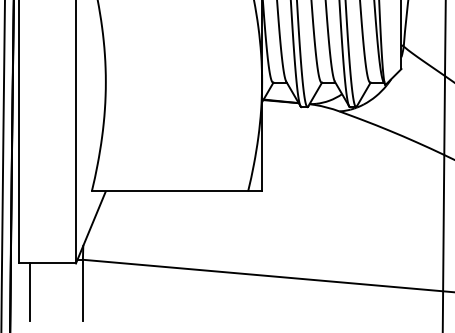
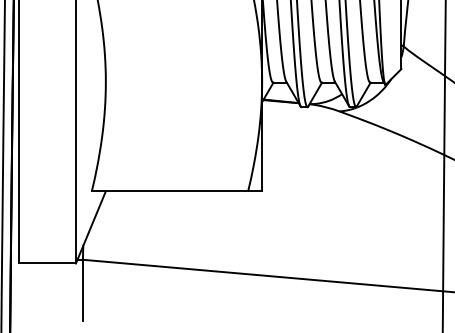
line at (30, 292): present -> none
